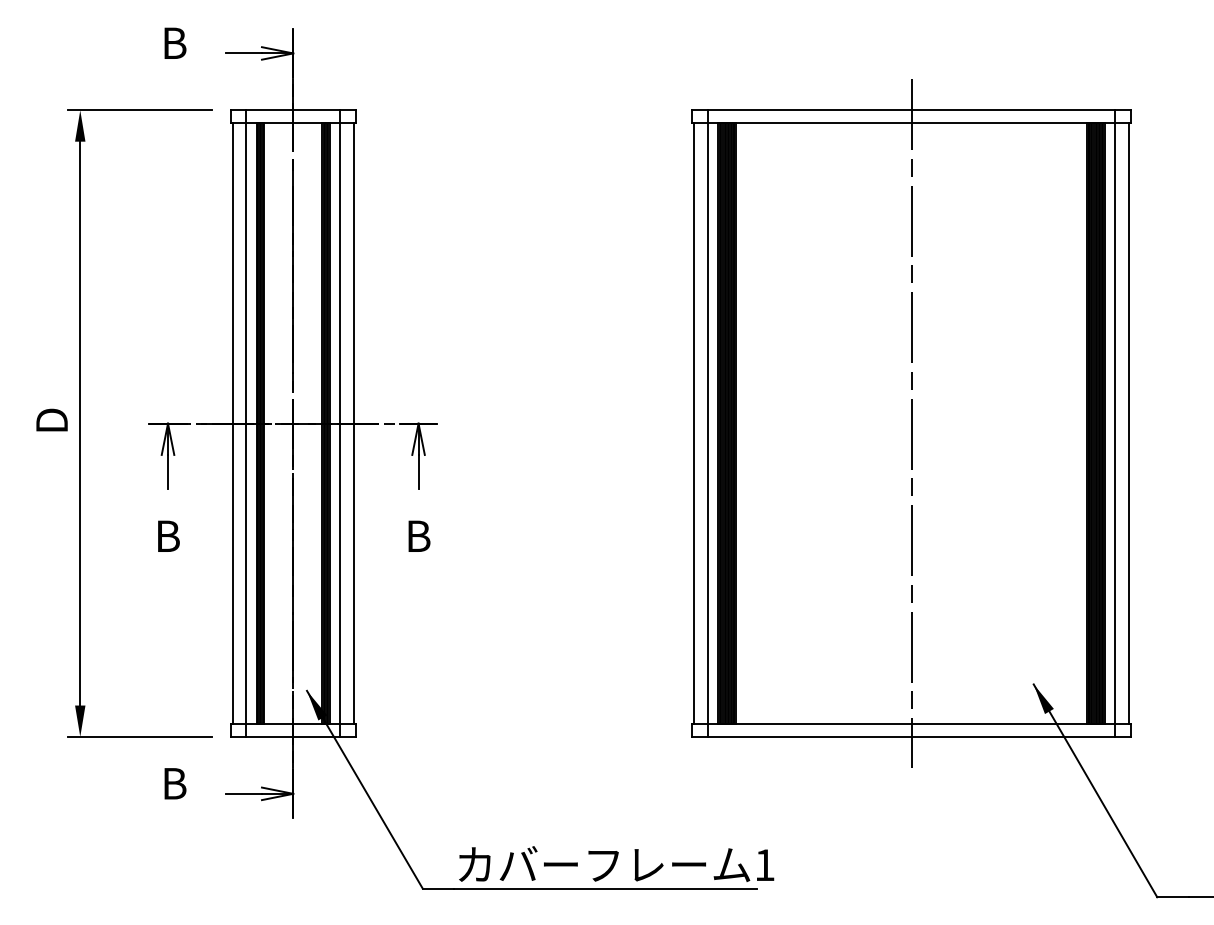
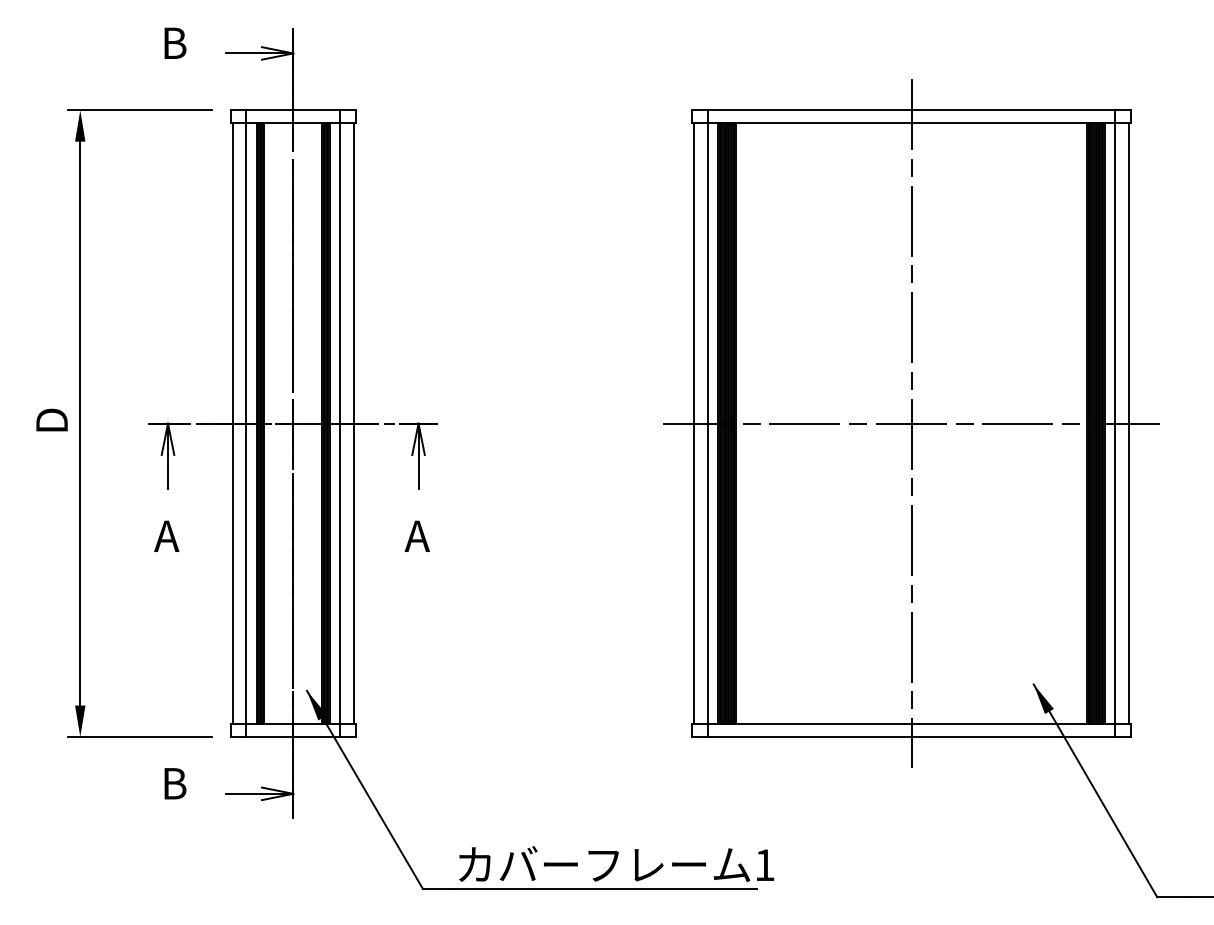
line at (911, 423): none -> present
text at (166, 535): B -> A
text at (417, 535): B -> A
